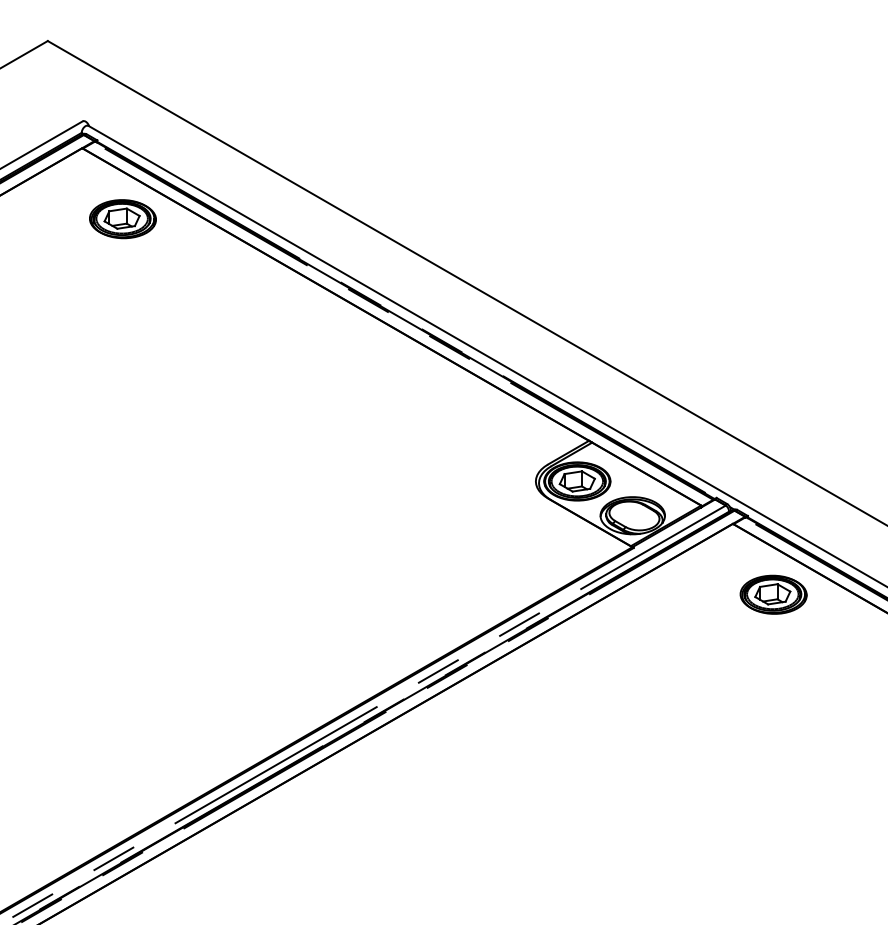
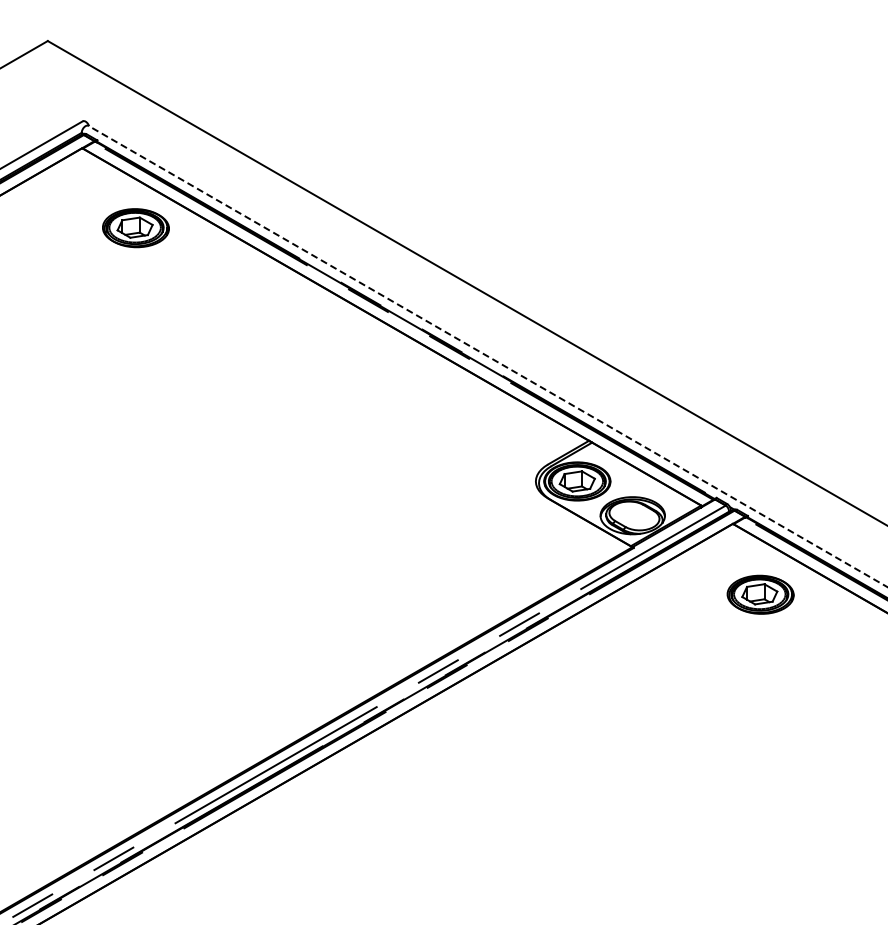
part at (122, 219) position: (122, 219) -> (135, 228)
line at (487, 356): solid -> dashed
part at (773, 594) position: (773, 594) -> (760, 594)
